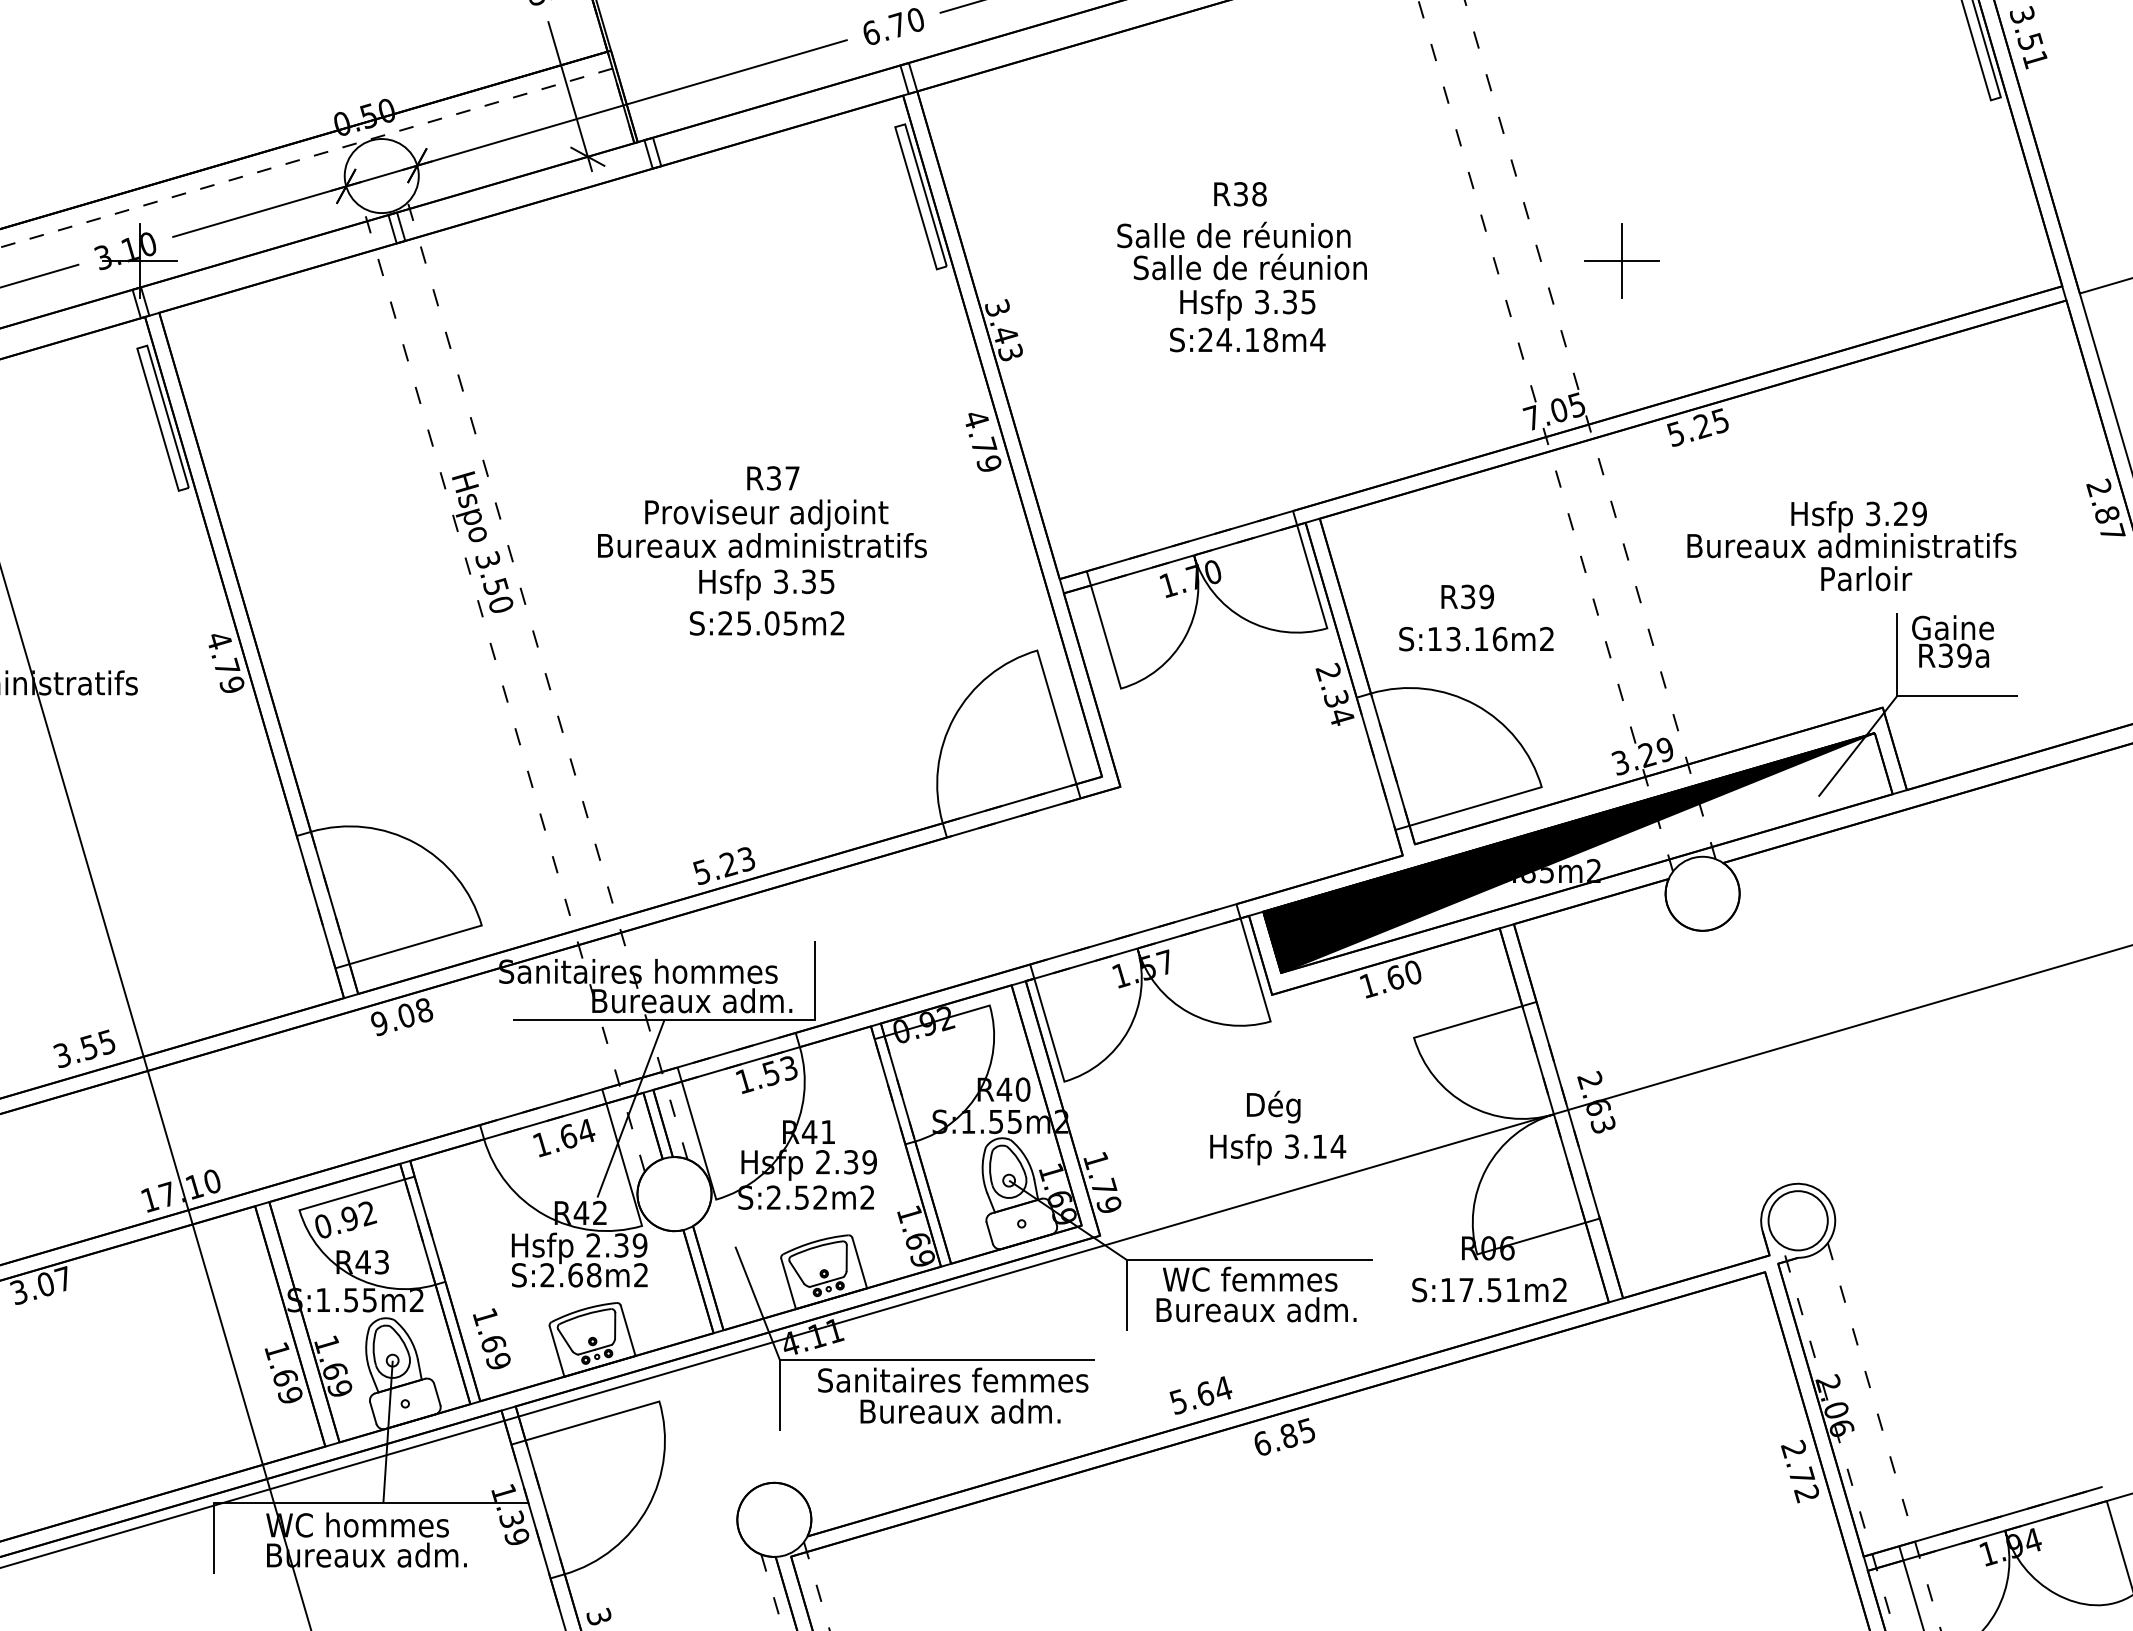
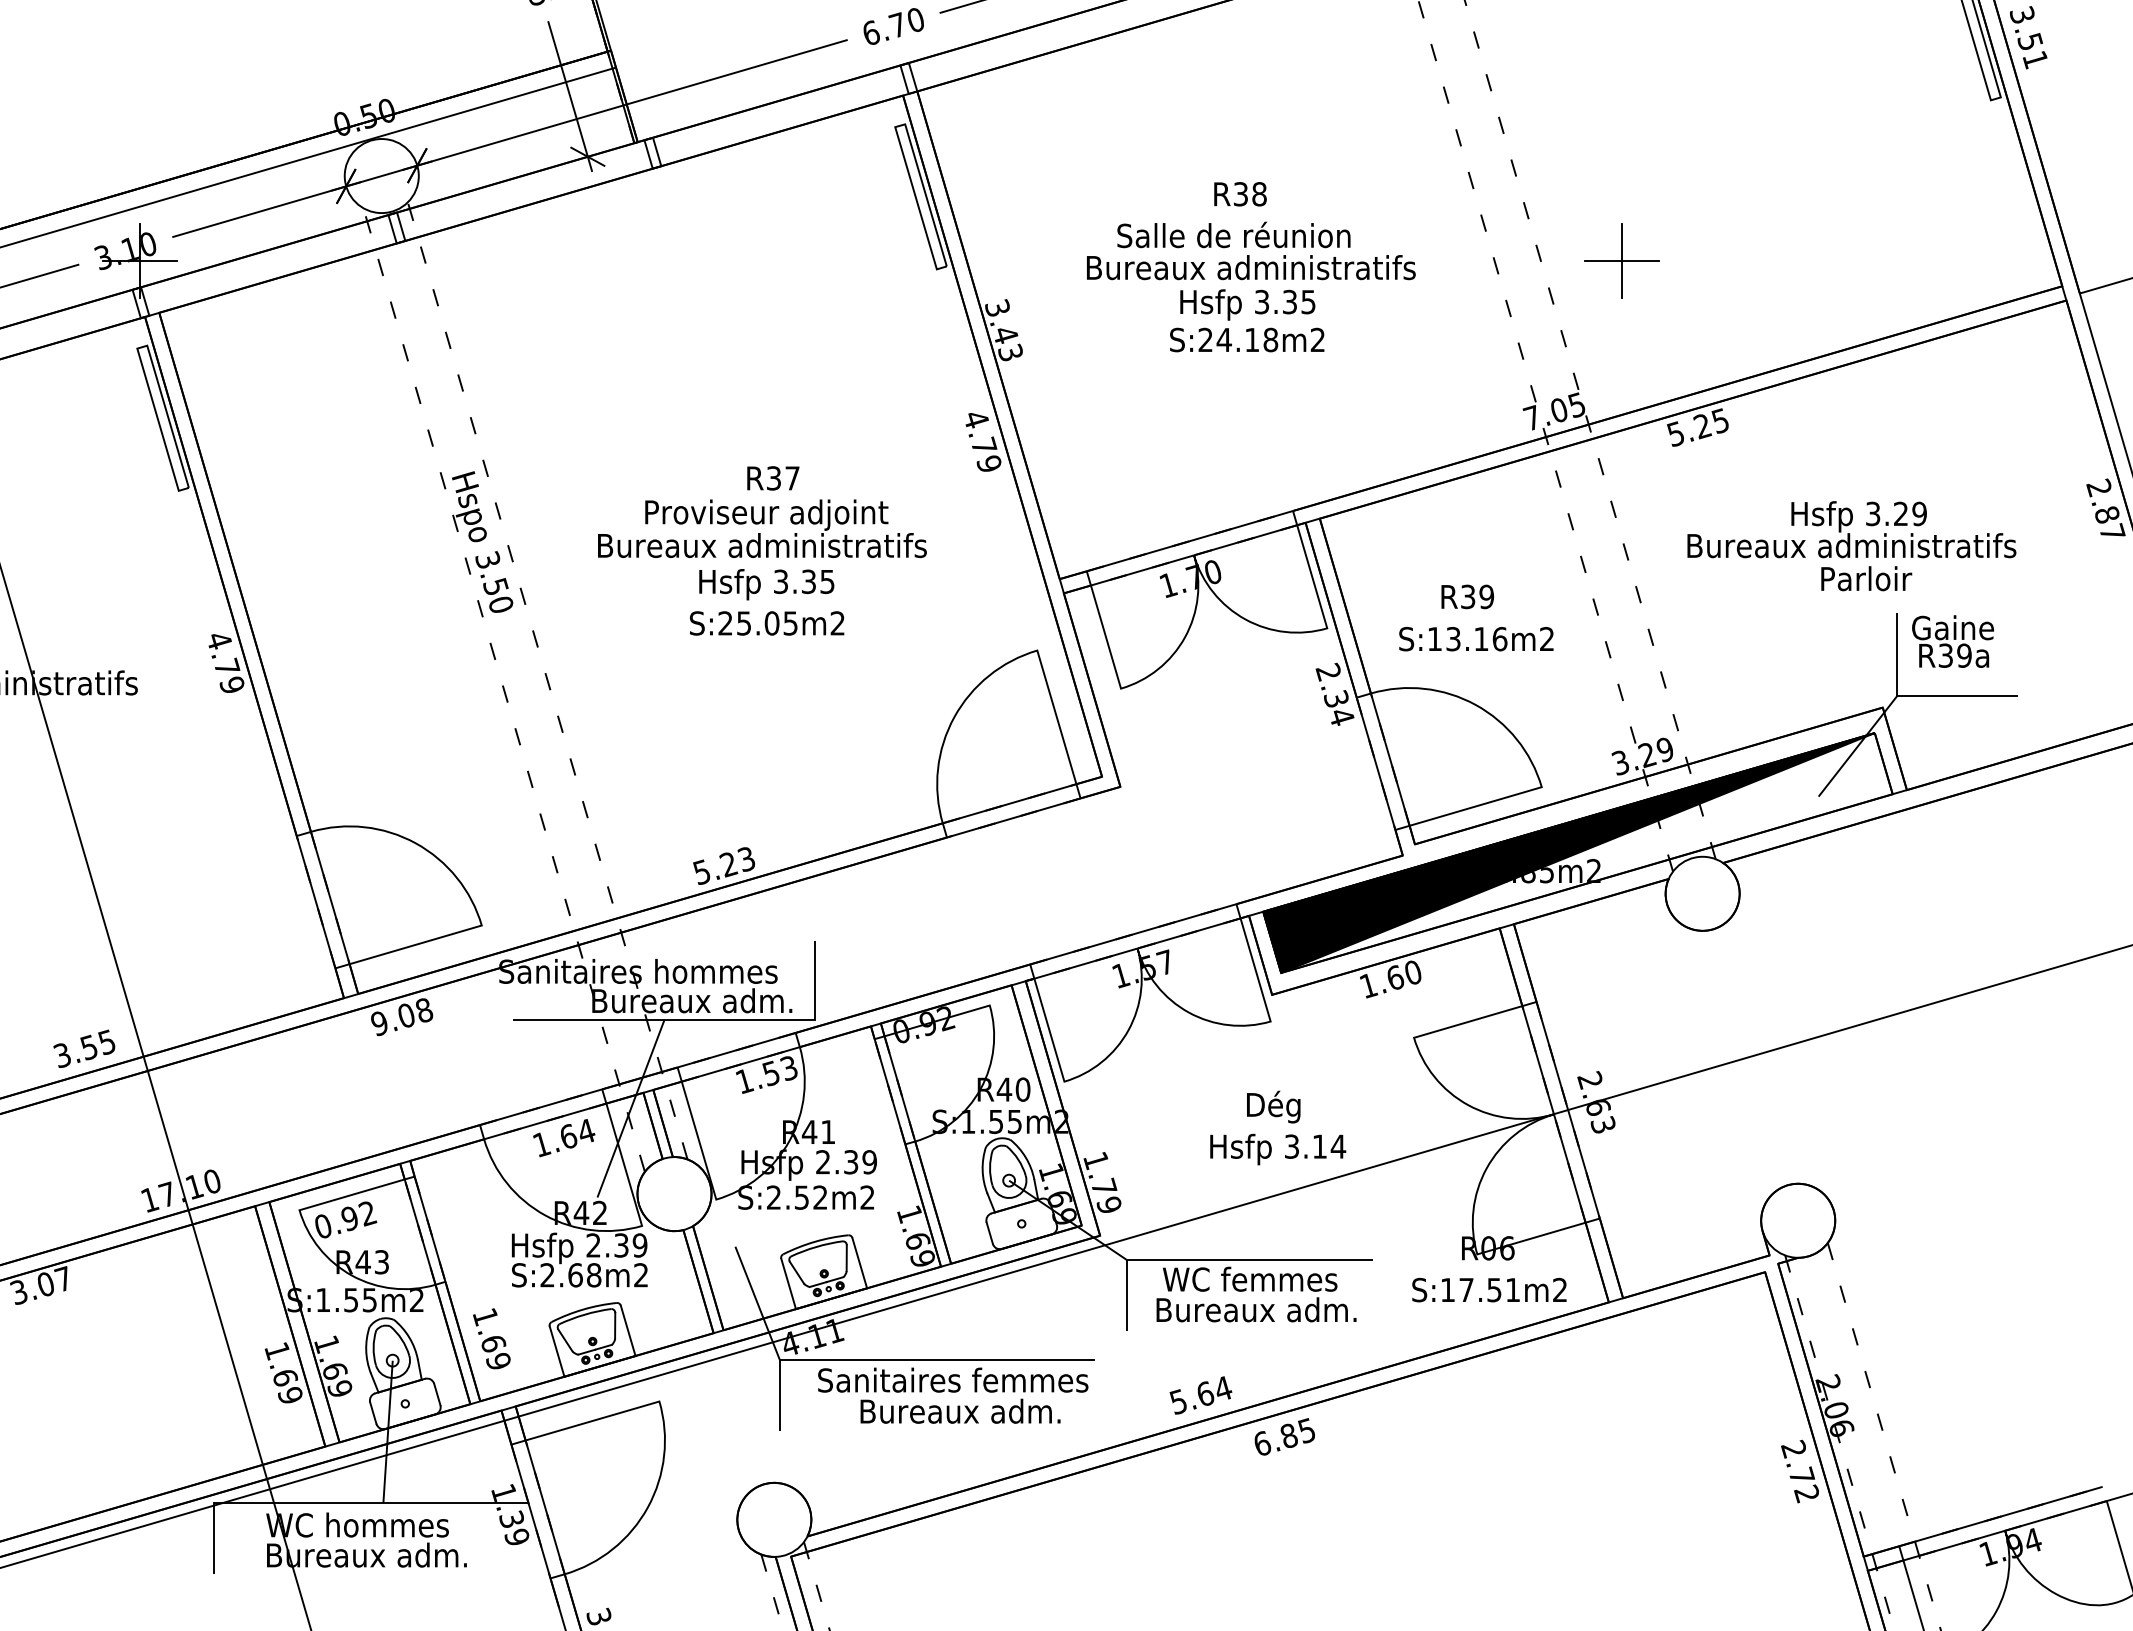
line at (308, 157): dashed -> solid
text at (1251, 266): Salle de réunion -> Bureaux administratifs
text at (1317, 339): S:24.18m4 -> S:24.18m2
circle at (1797, 1220) diameter: 59 px -> 74 px
